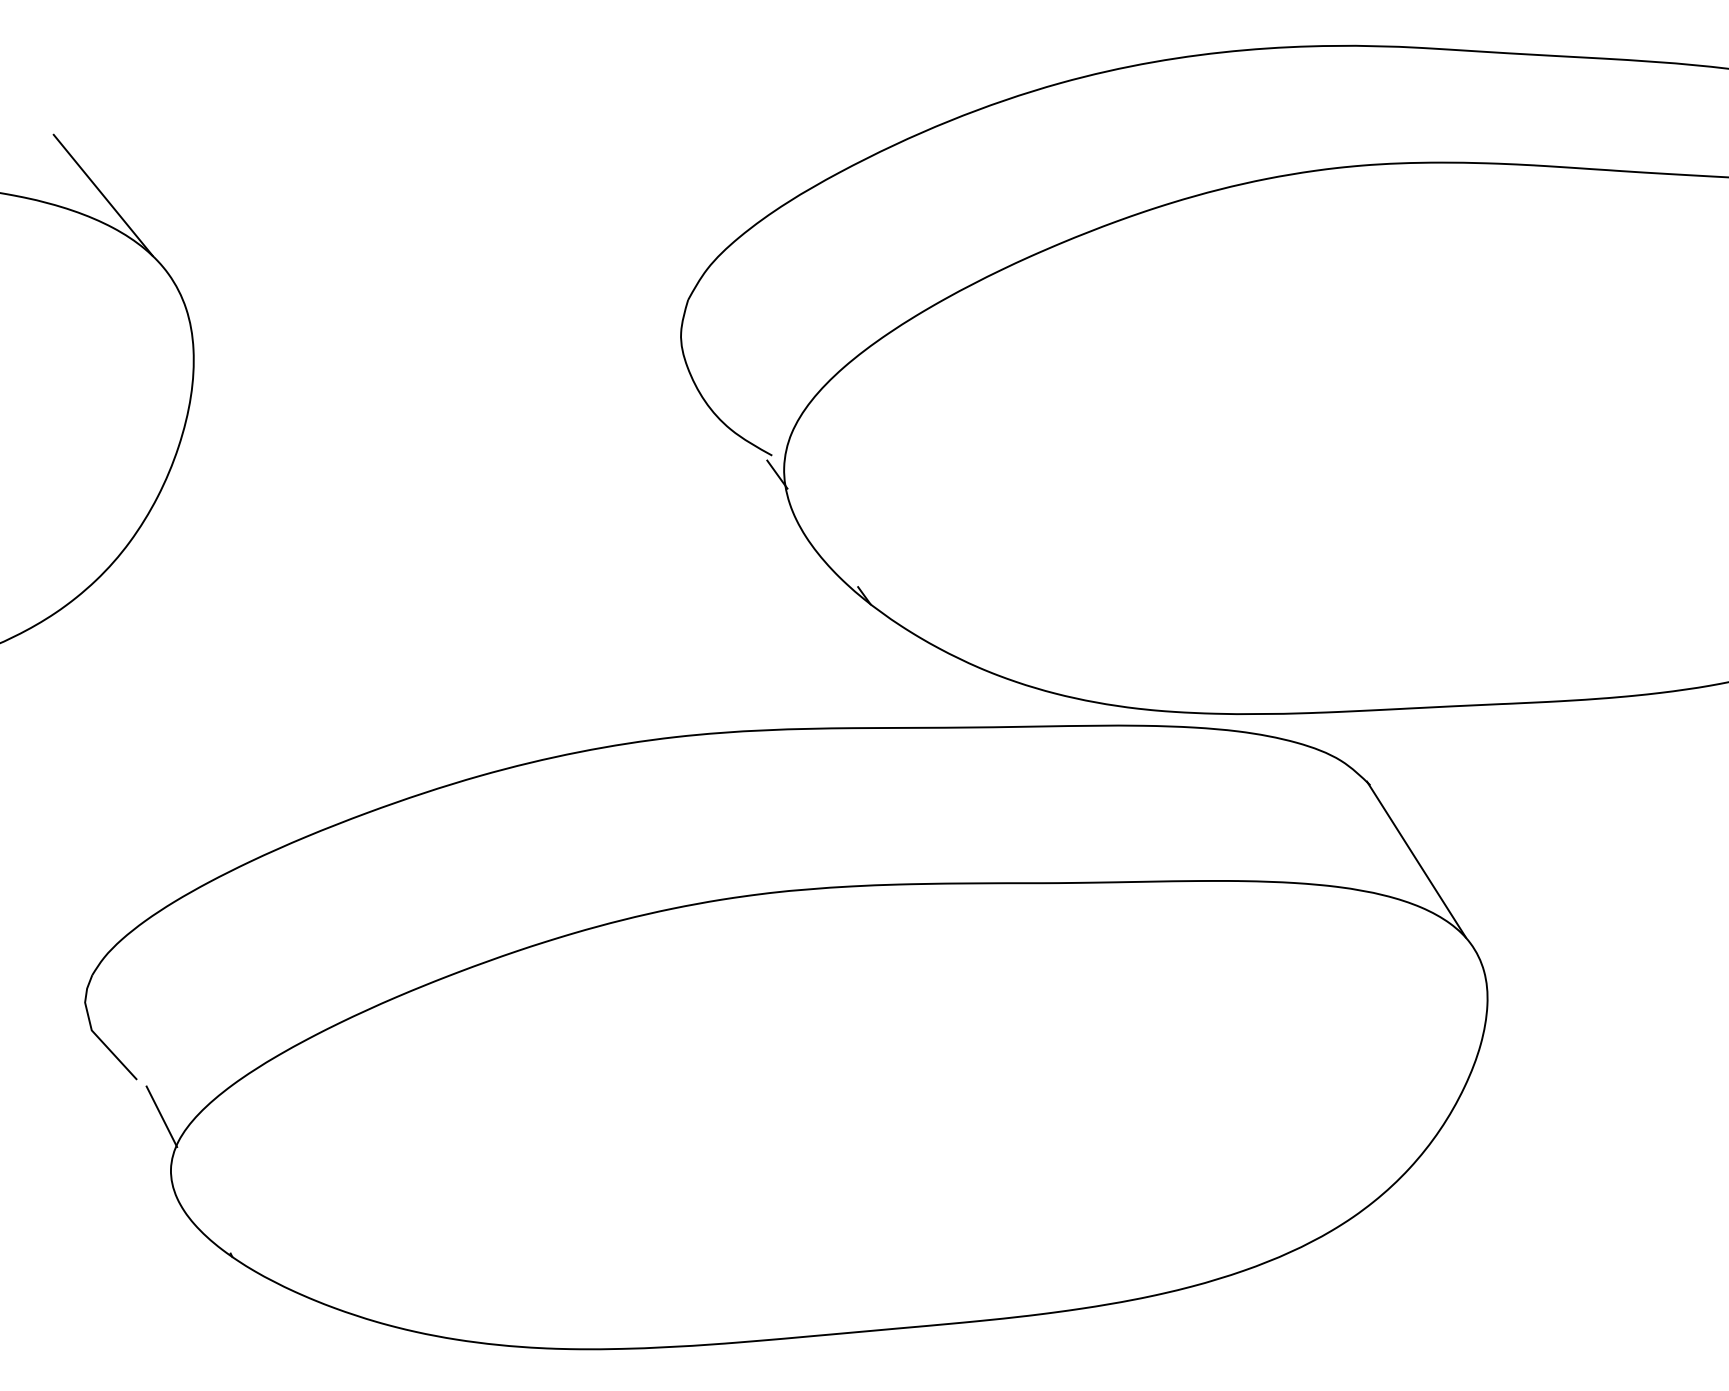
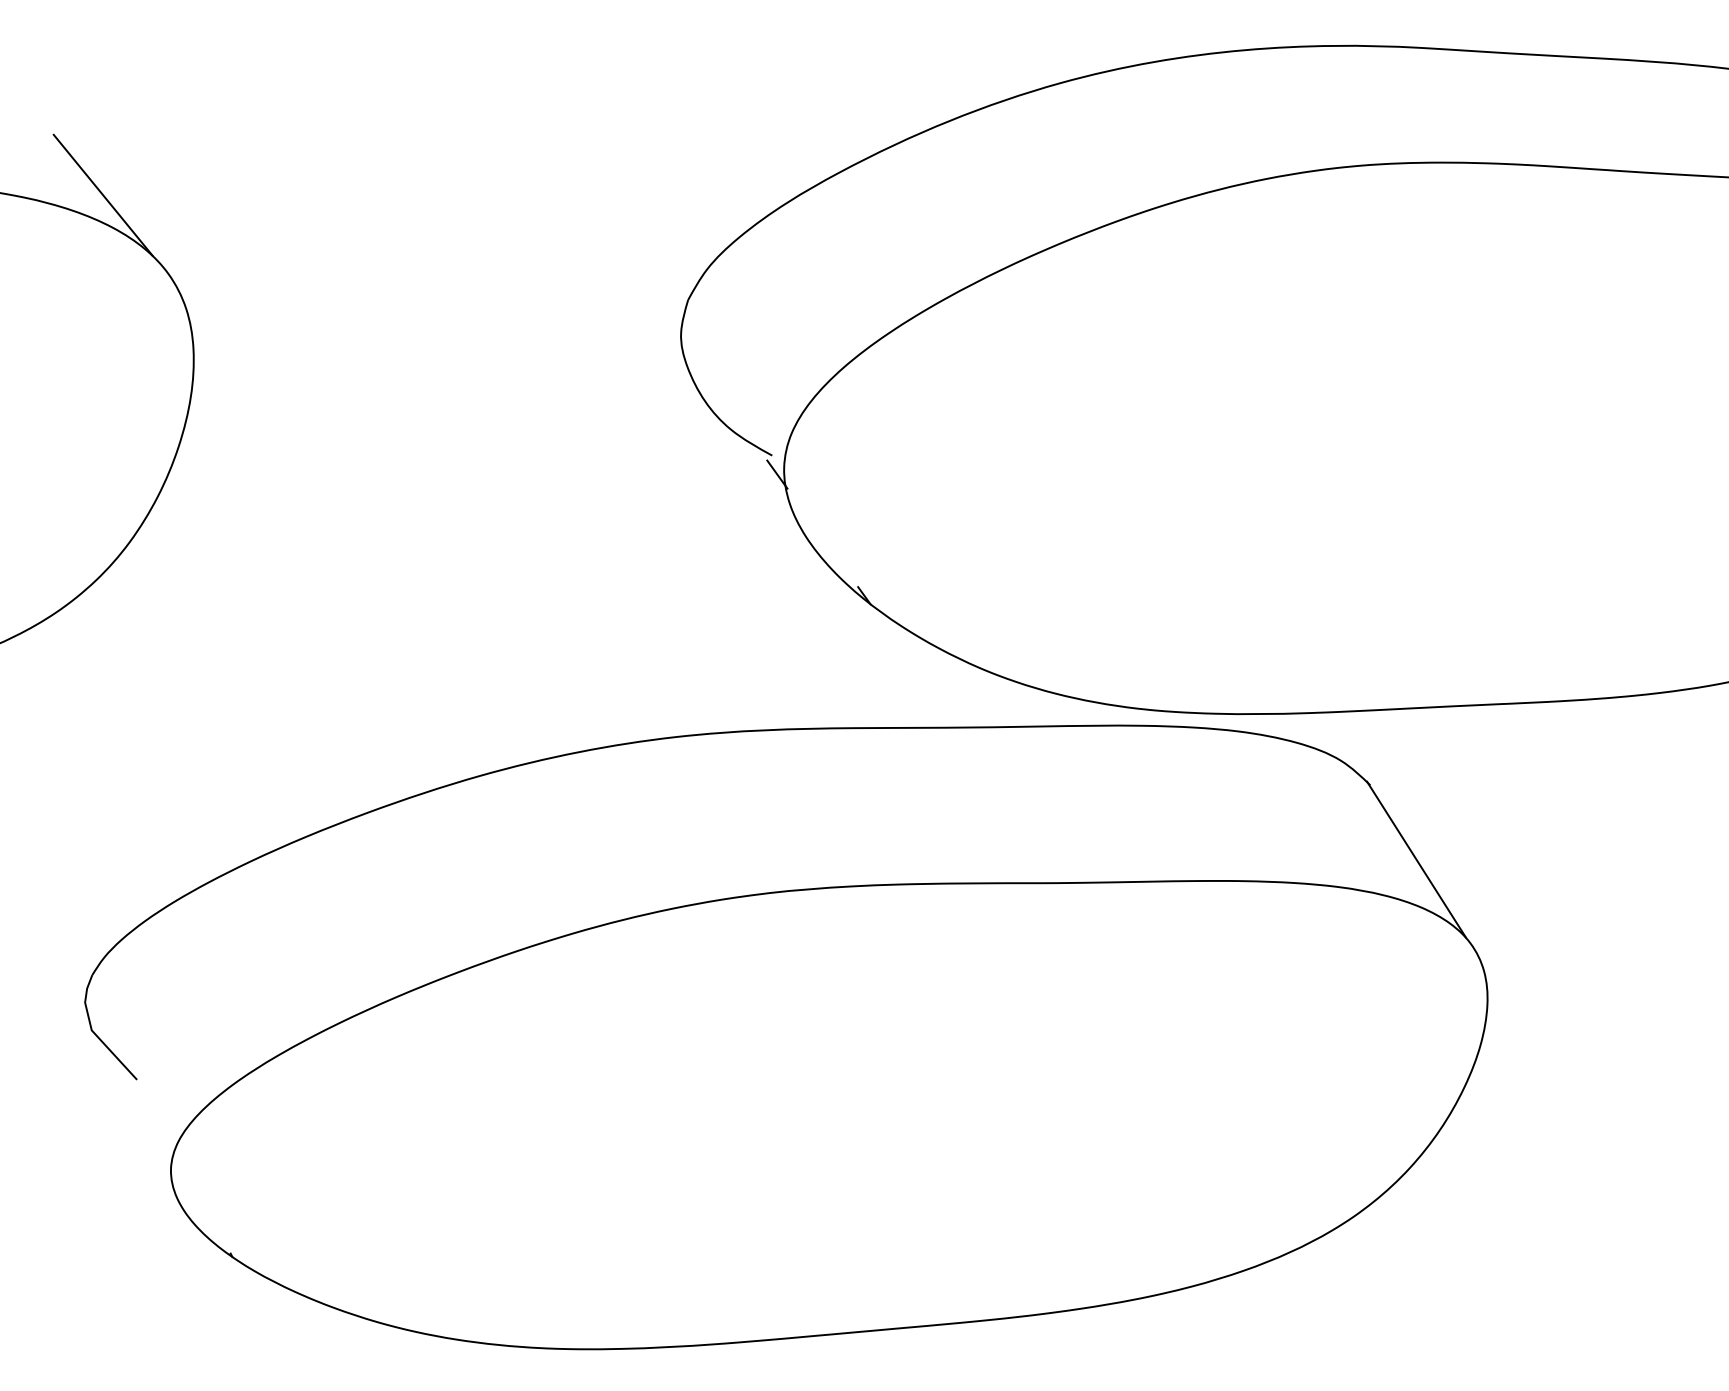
line at (161, 1116): present -> none
